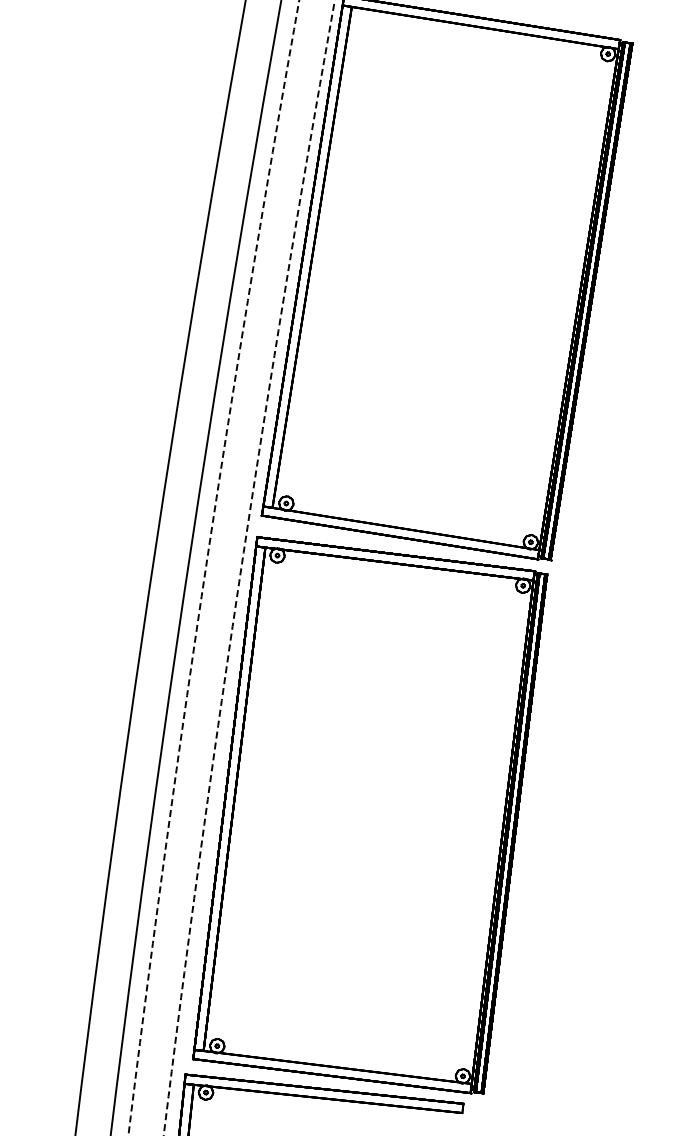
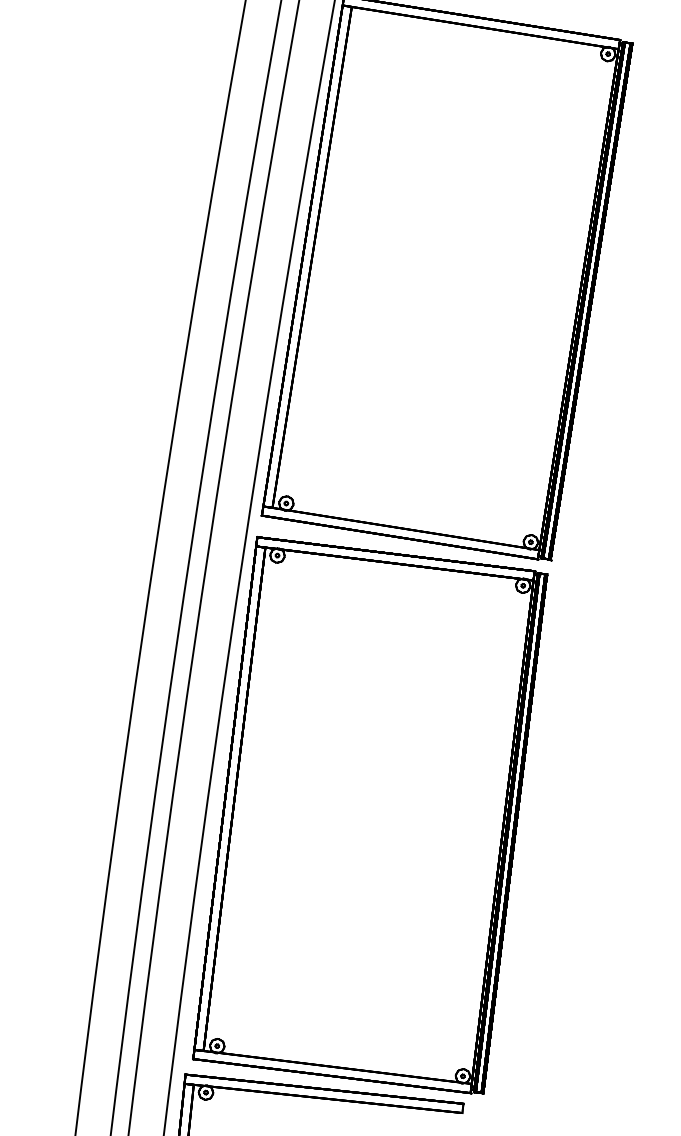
arc at (241, 566): dashed -> solid
arc at (206, 567): dashed -> solid
